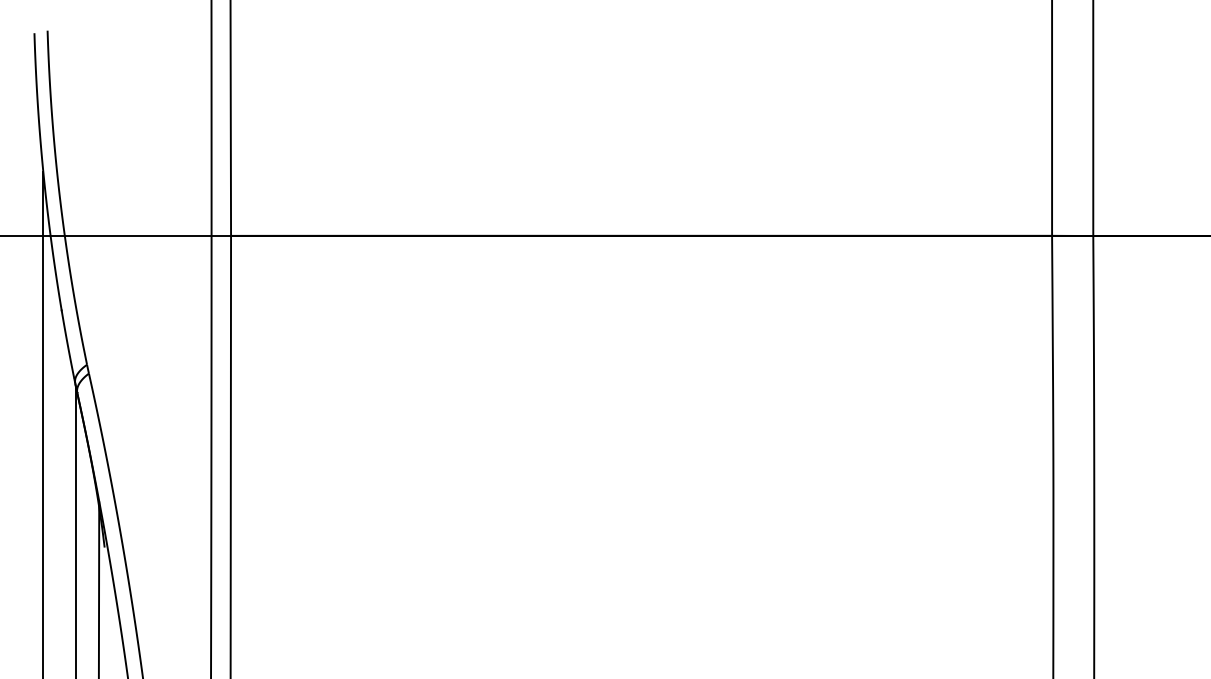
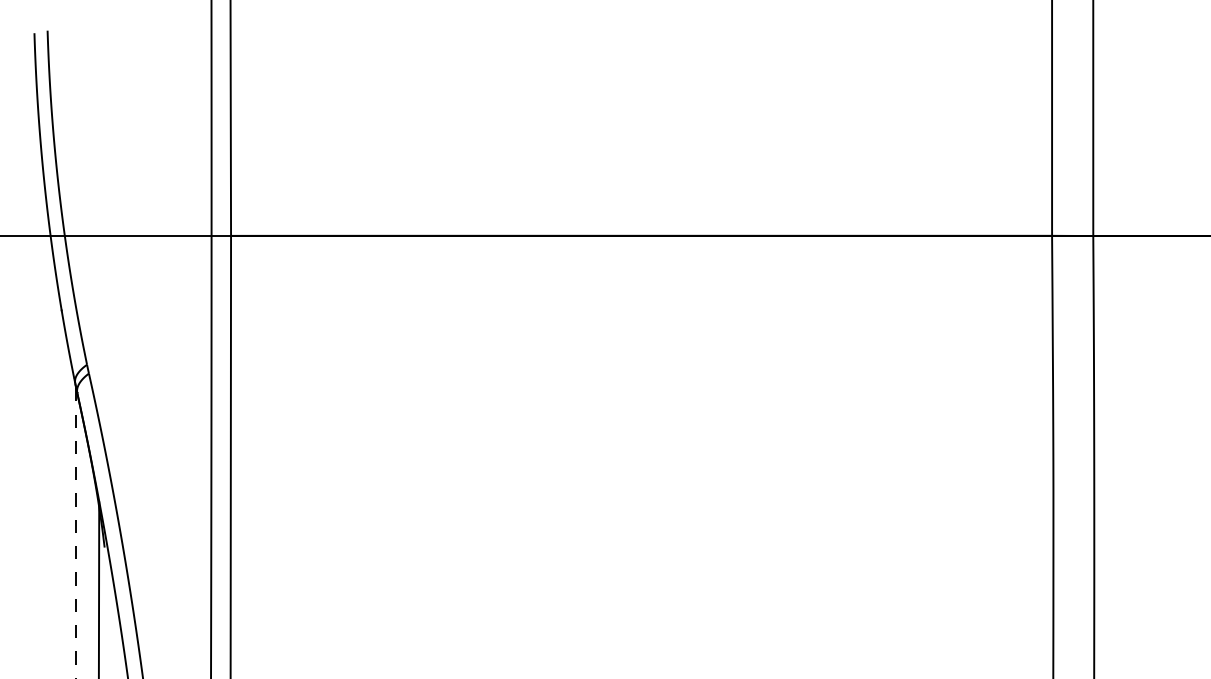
line at (43, 423): present -> none
line at (76, 533): solid -> dashed
